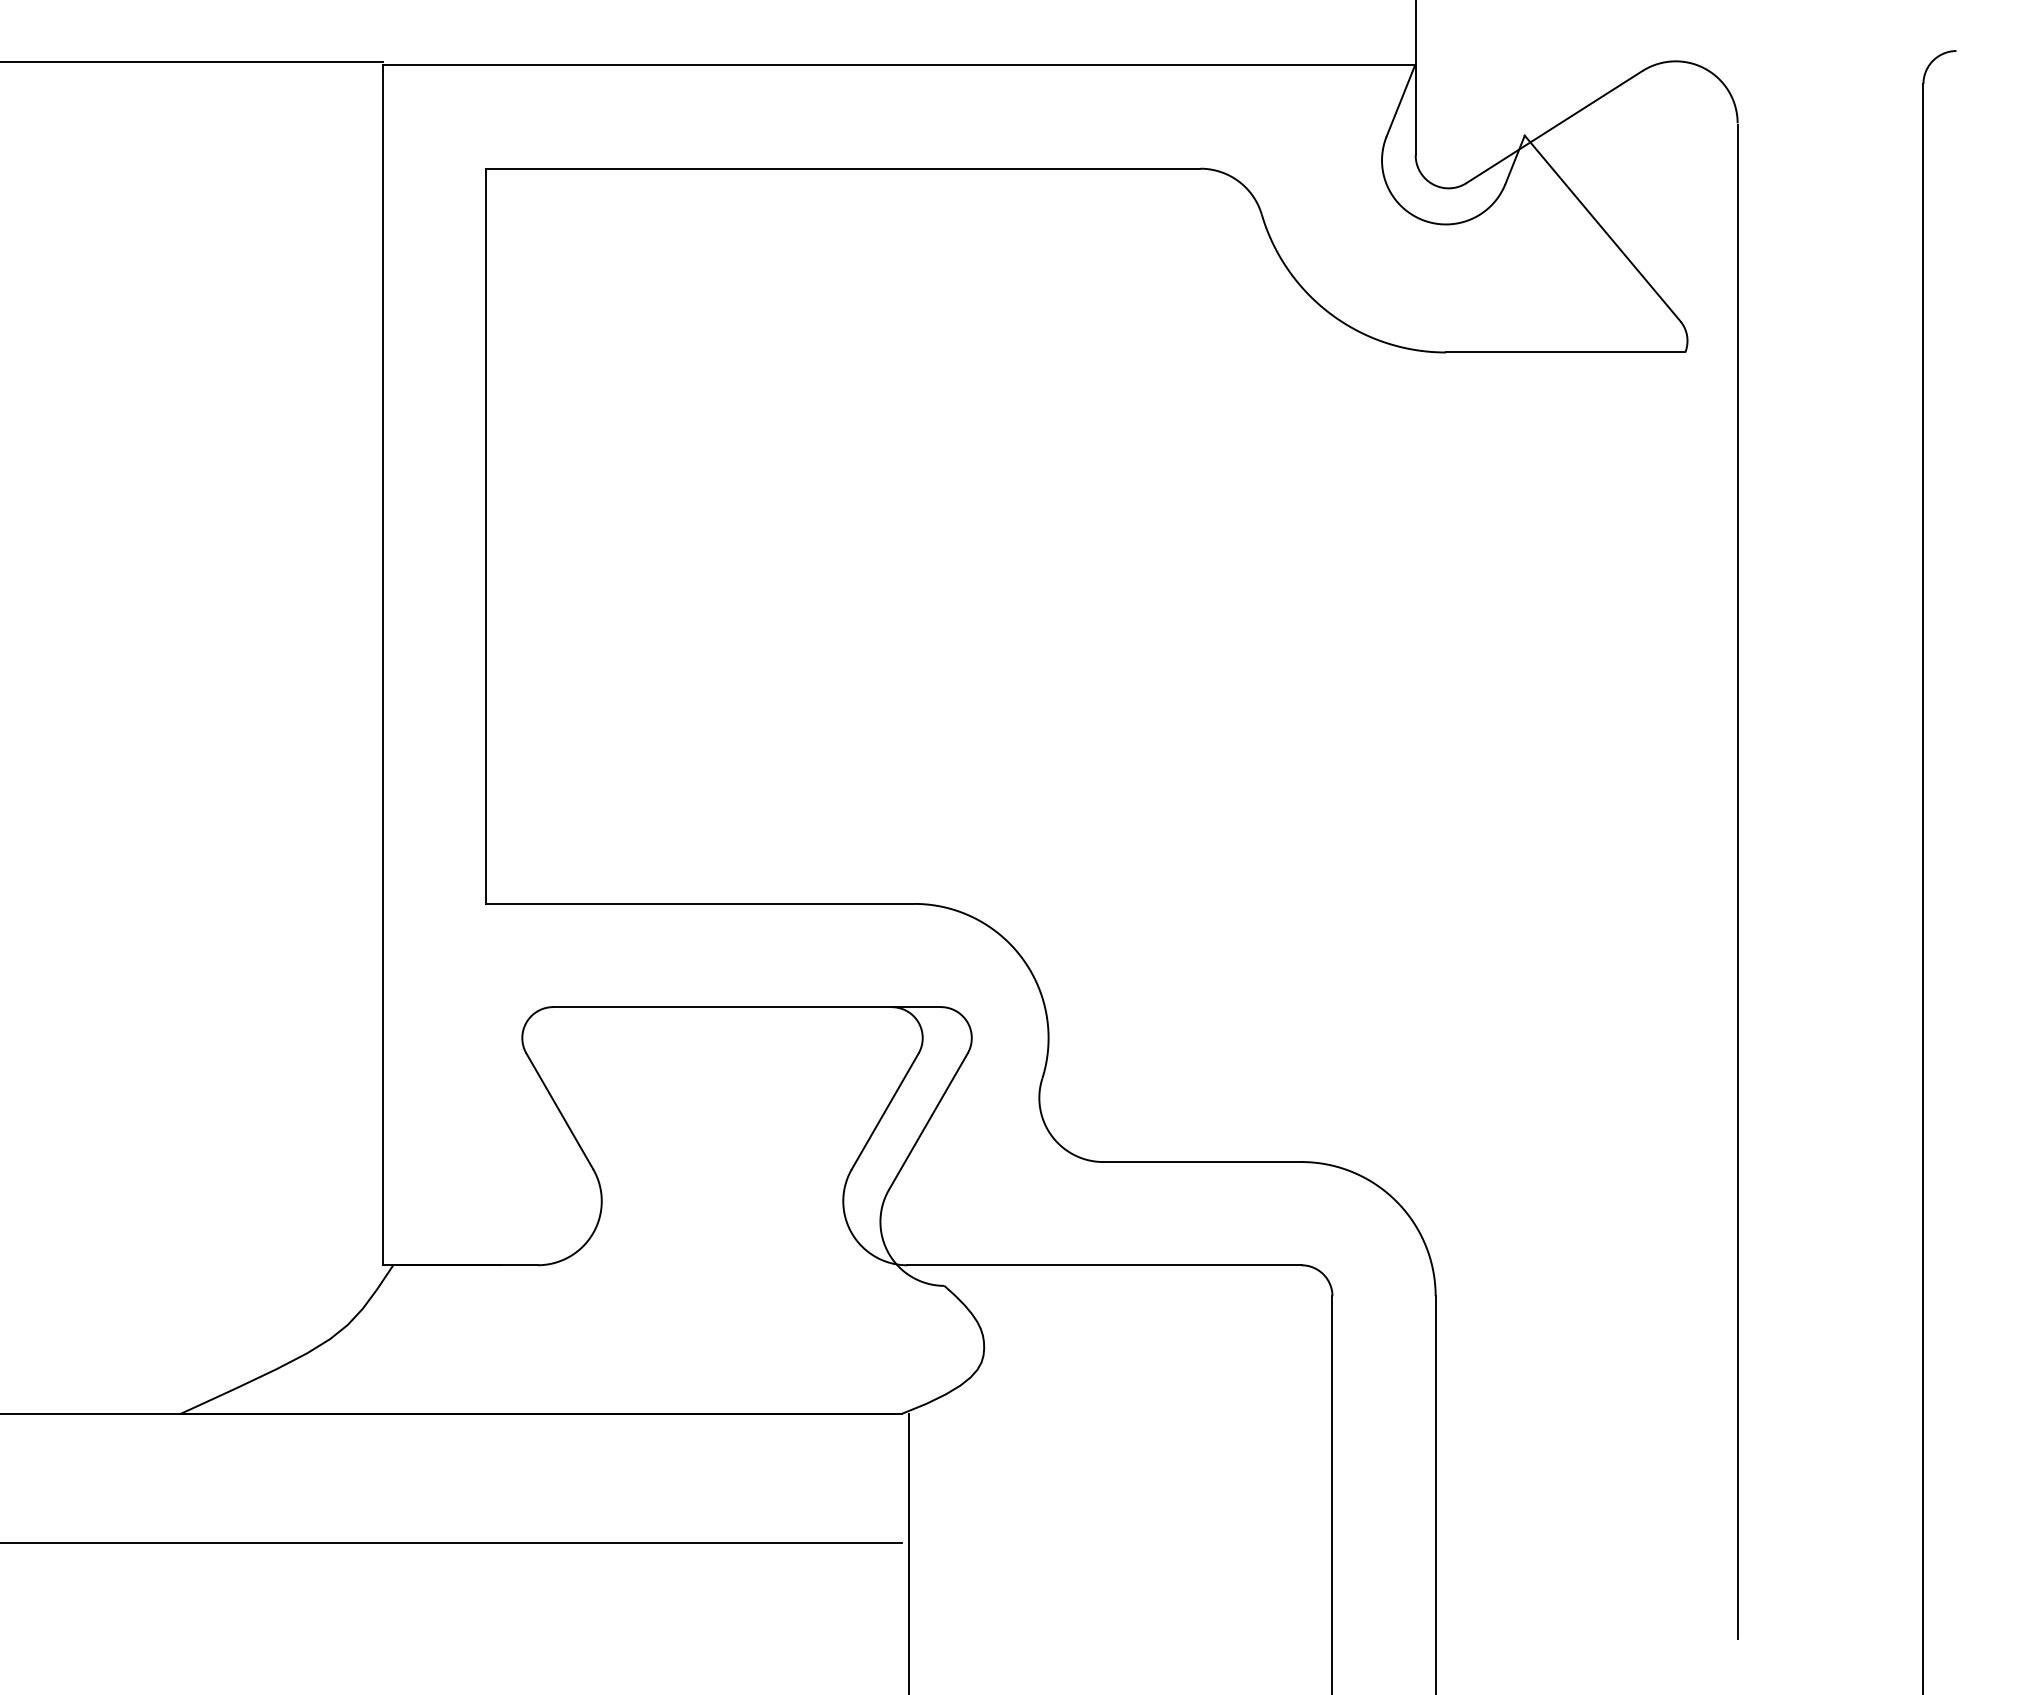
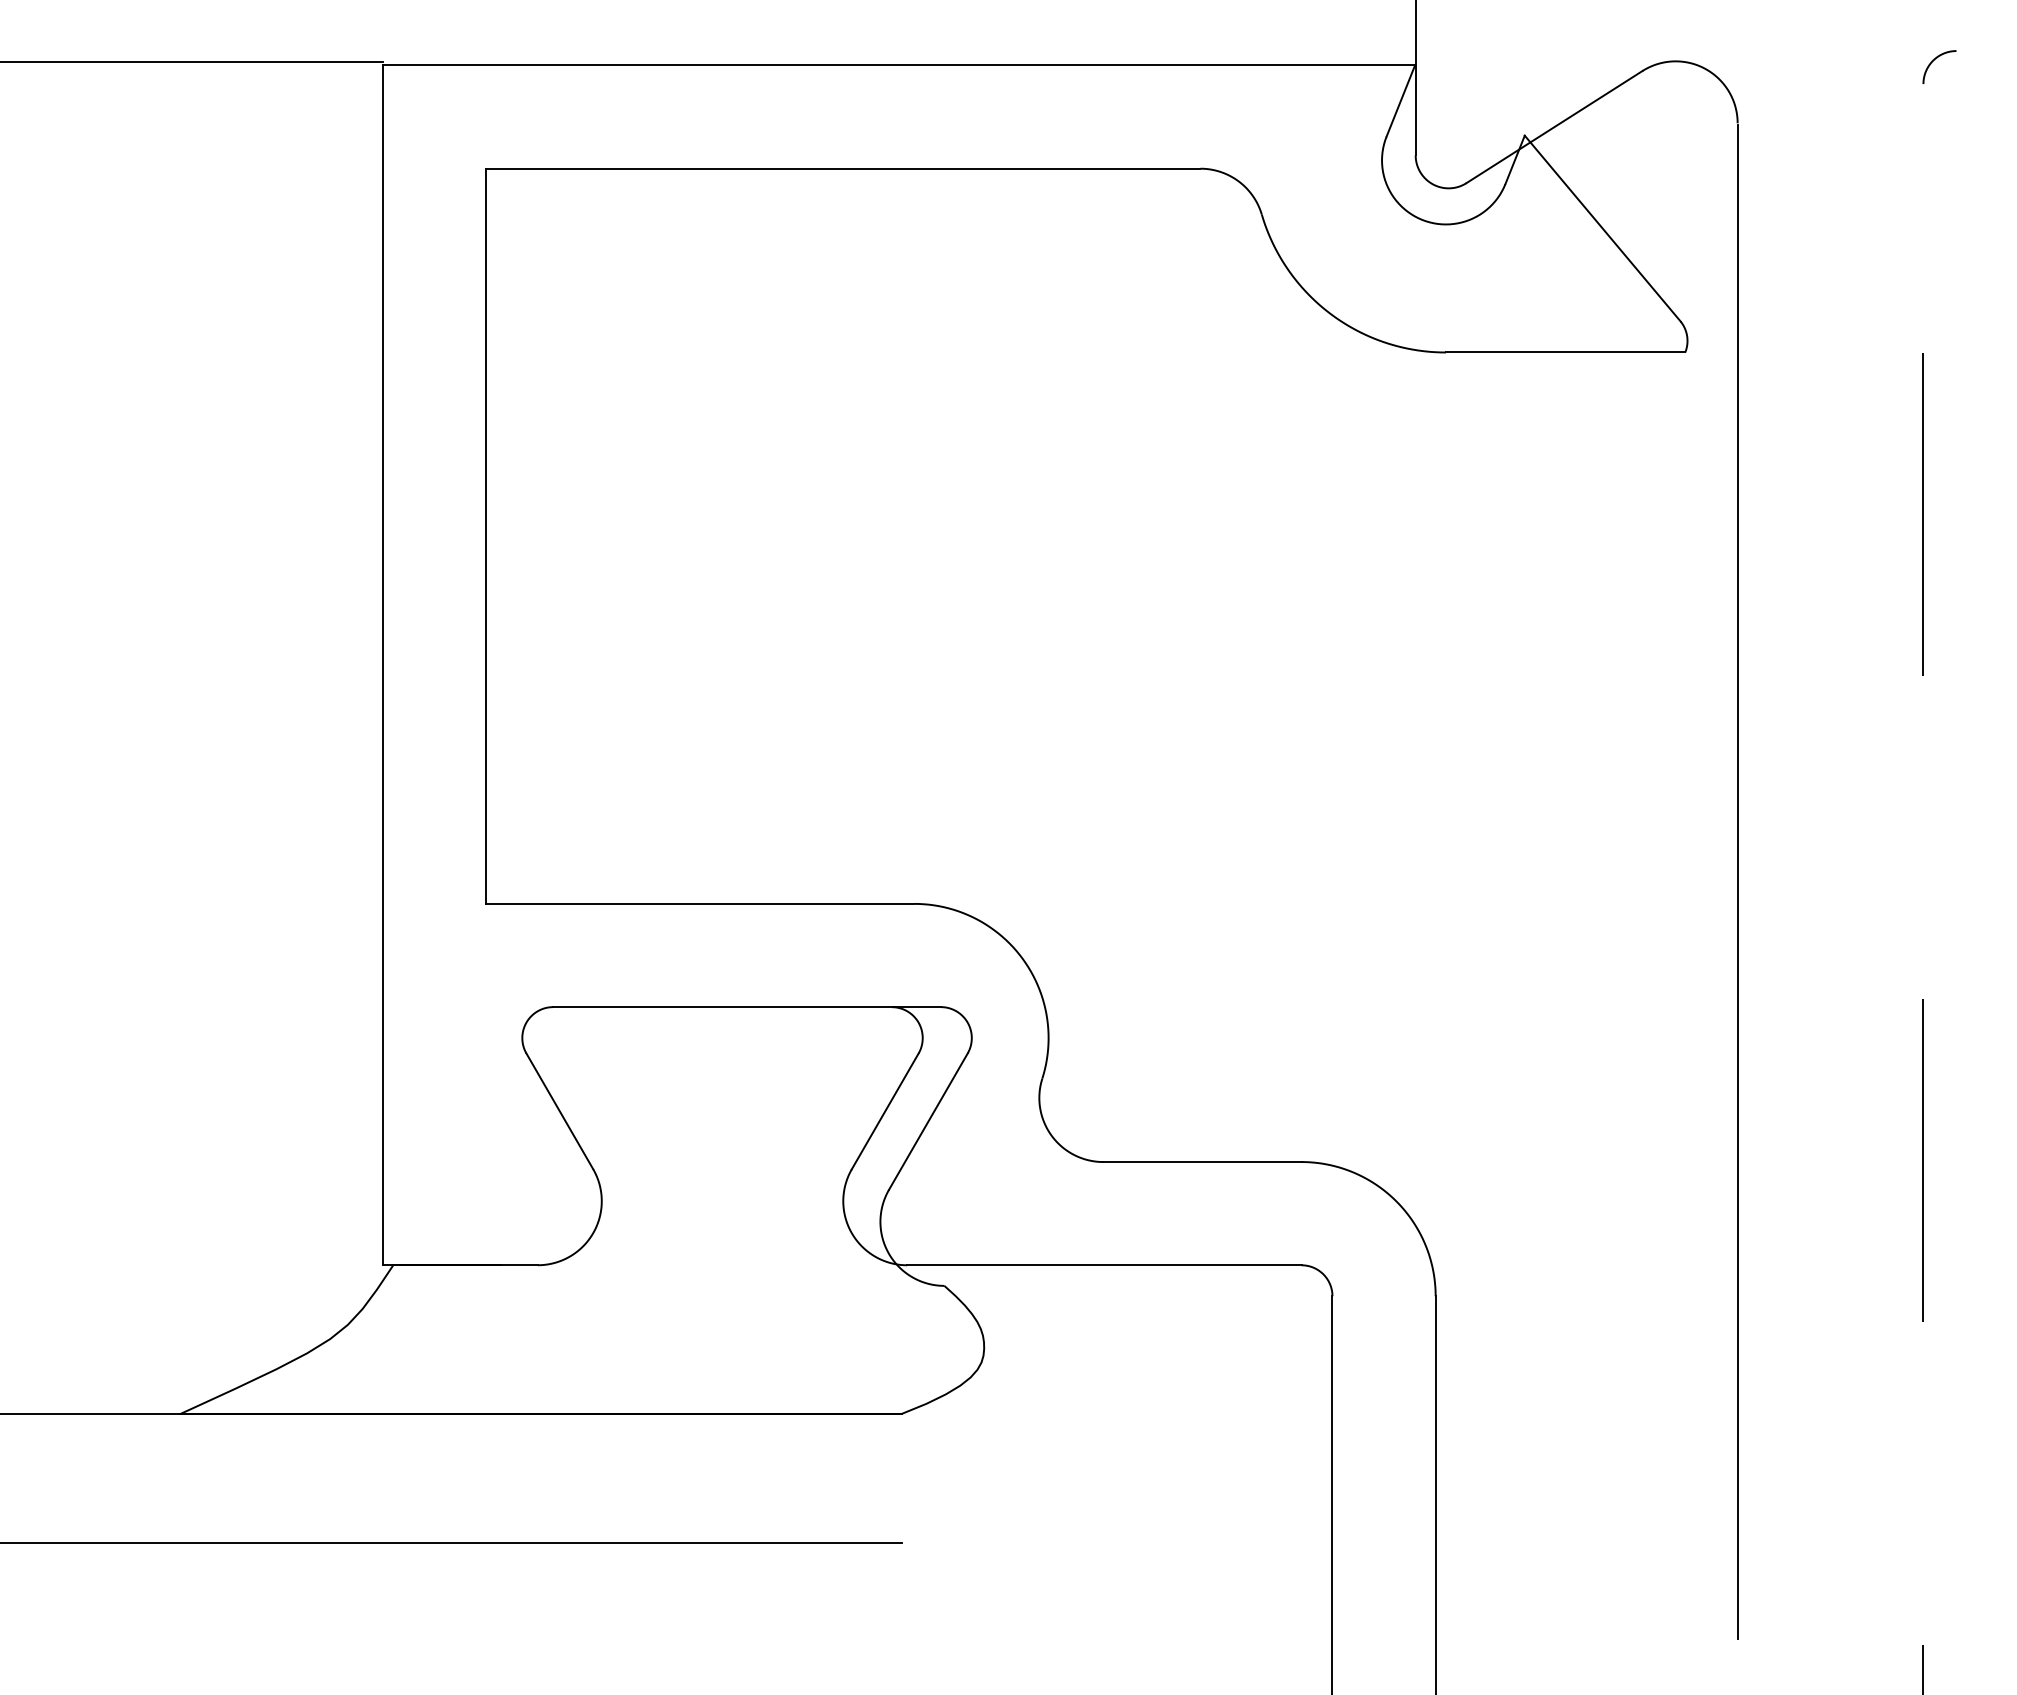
line at (1923, 888): solid -> dashed
line at (909, 1552): present -> none
